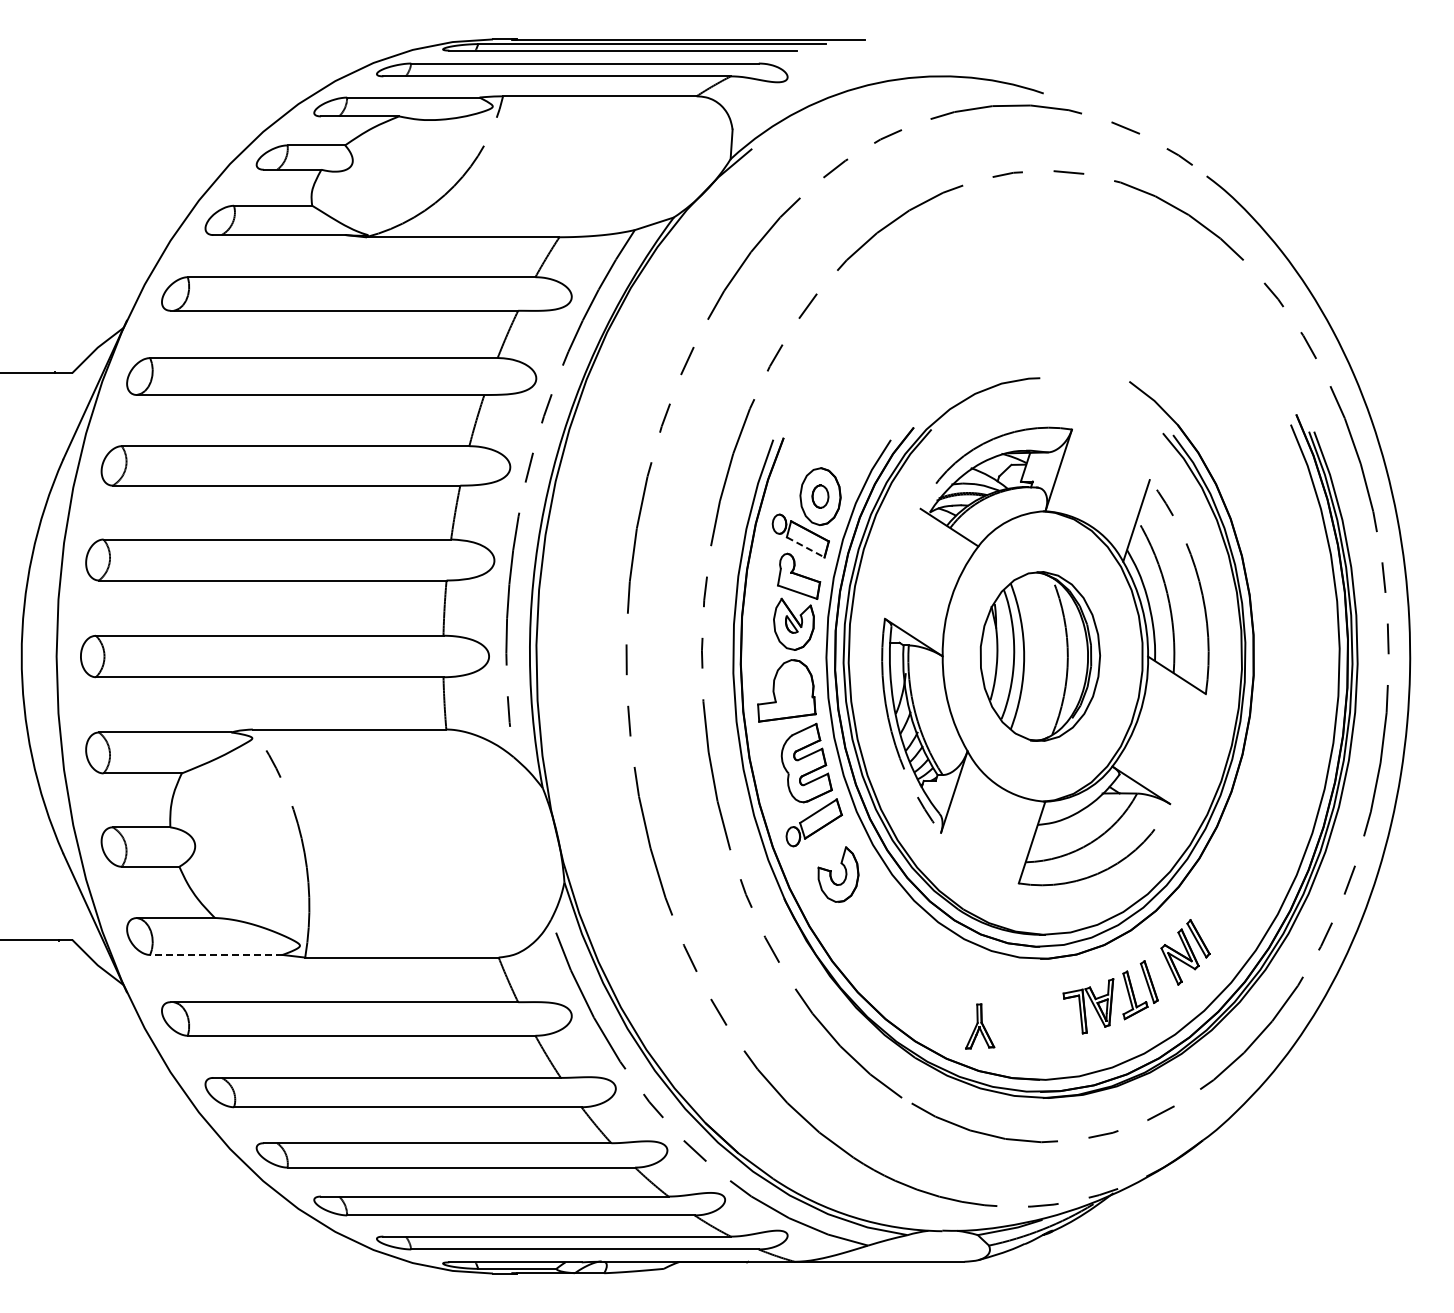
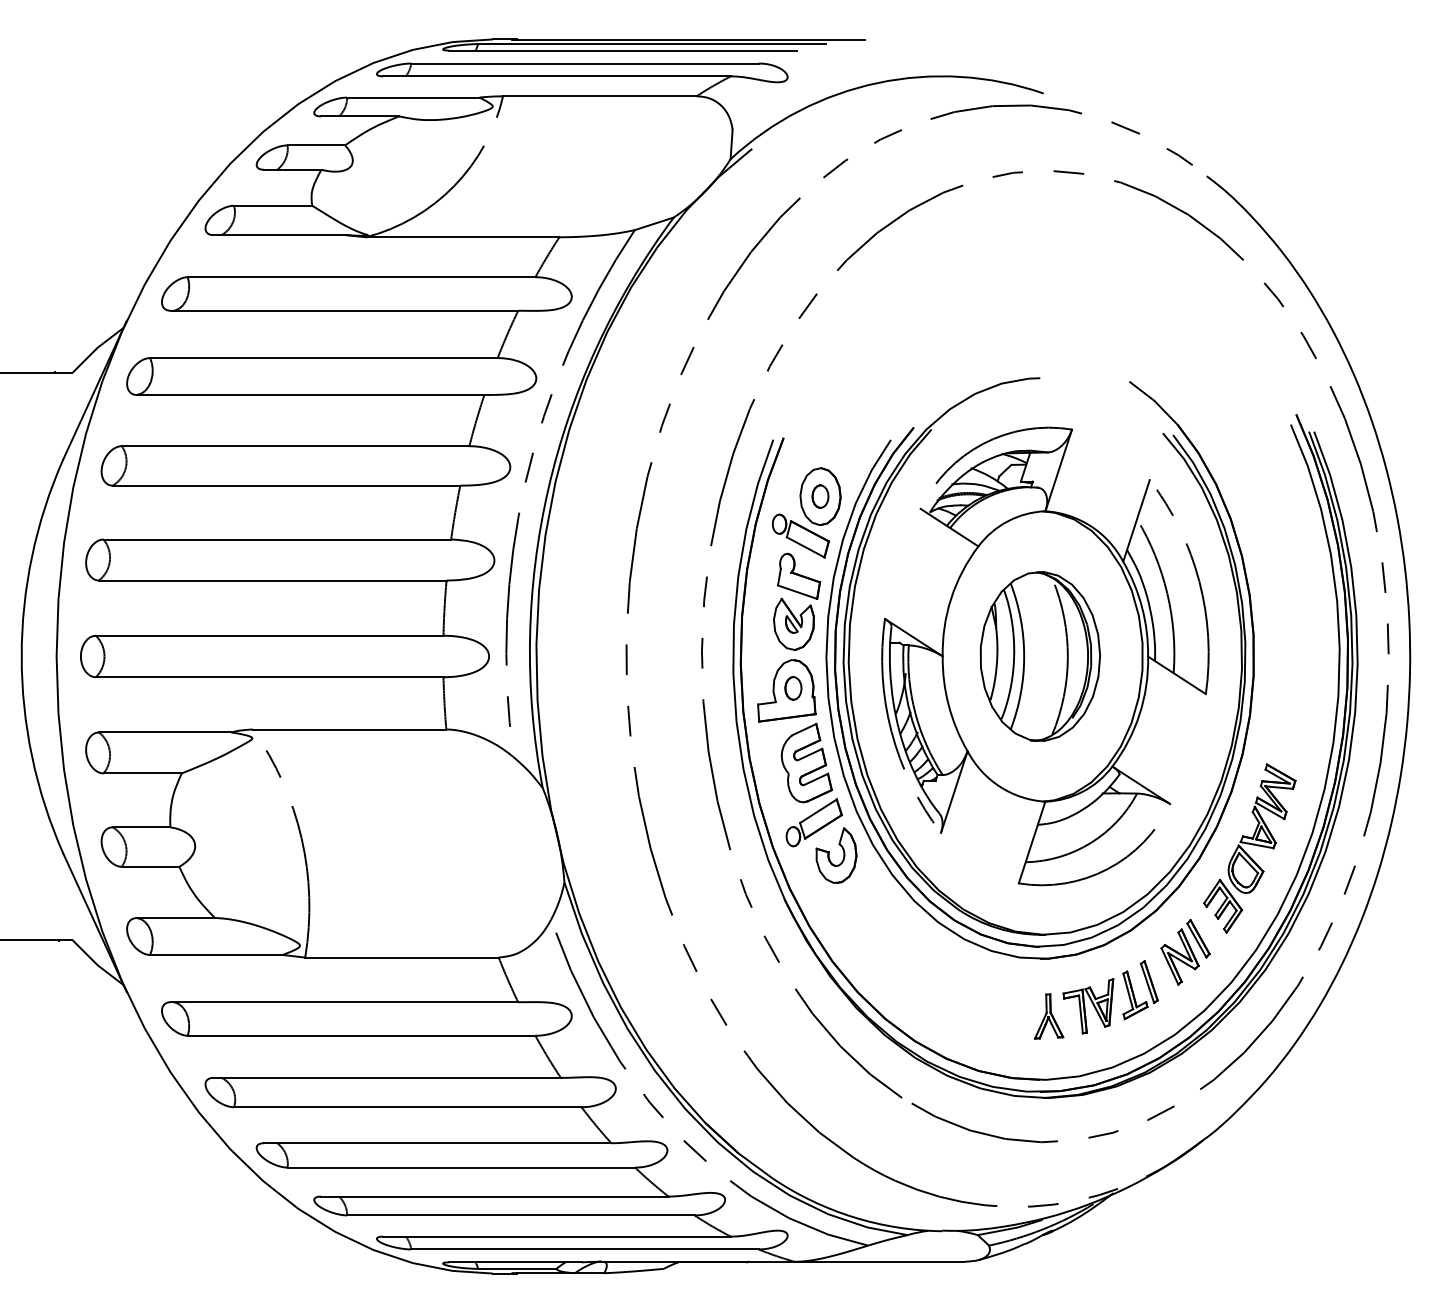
line at (806, 547): dashed -> solid
part at (793, 688): none -> present
part at (1249, 848): none -> present
part at (831, 874) position: (831, 874) -> (829, 855)
line at (215, 954): dashed -> solid
part at (980, 1026) position: (980, 1026) -> (1049, 1016)
